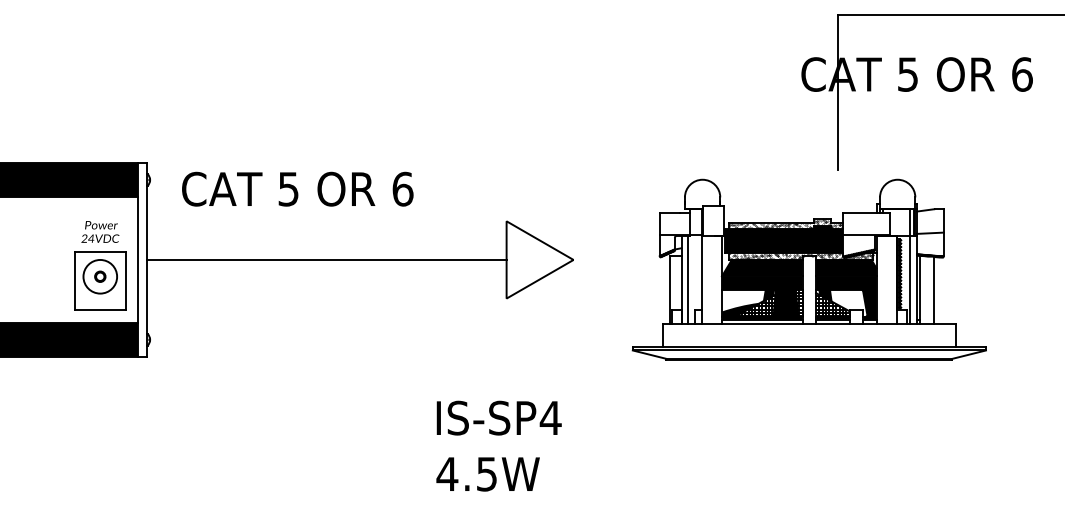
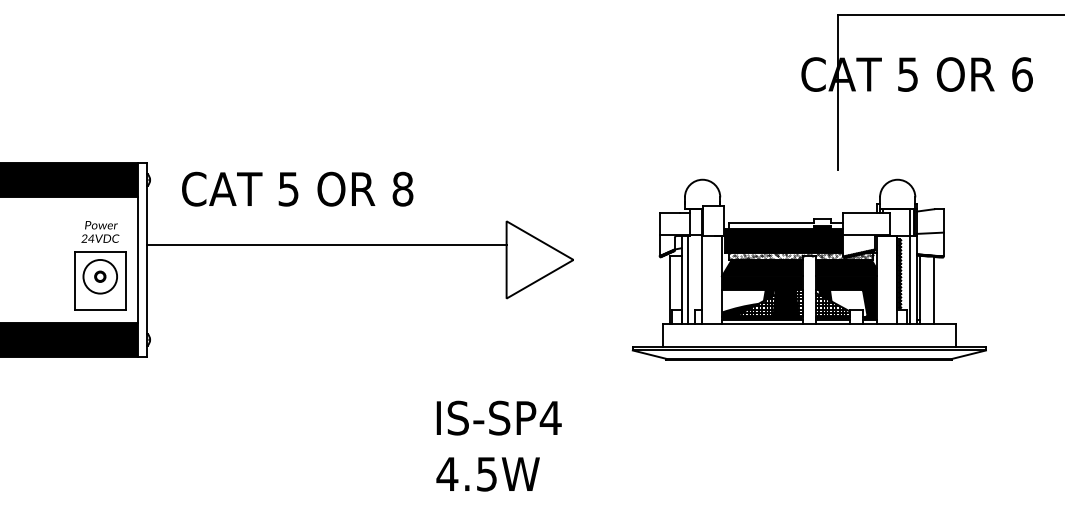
text at (402, 188): 6 -> 8
hatch at (785, 224): present -> none
line at (326, 259) position: (326, 259) -> (326, 244)
